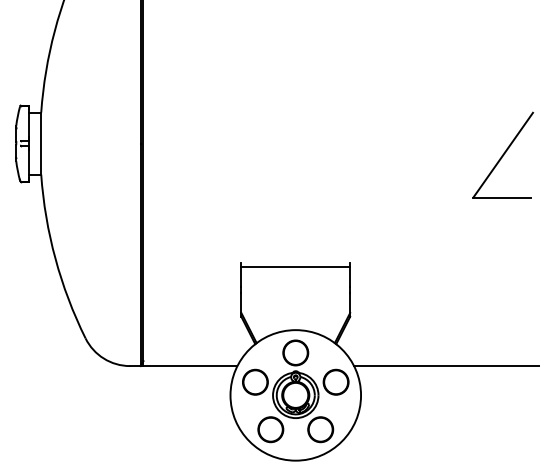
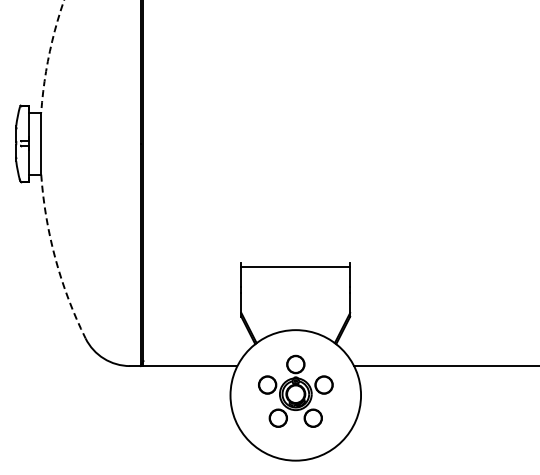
arc at (49, 54): solid -> dashed
part at (502, 154): present -> none
arc at (55, 258): solid -> dashed
part at (295, 391) size: 108x105 px -> 76x74 px
